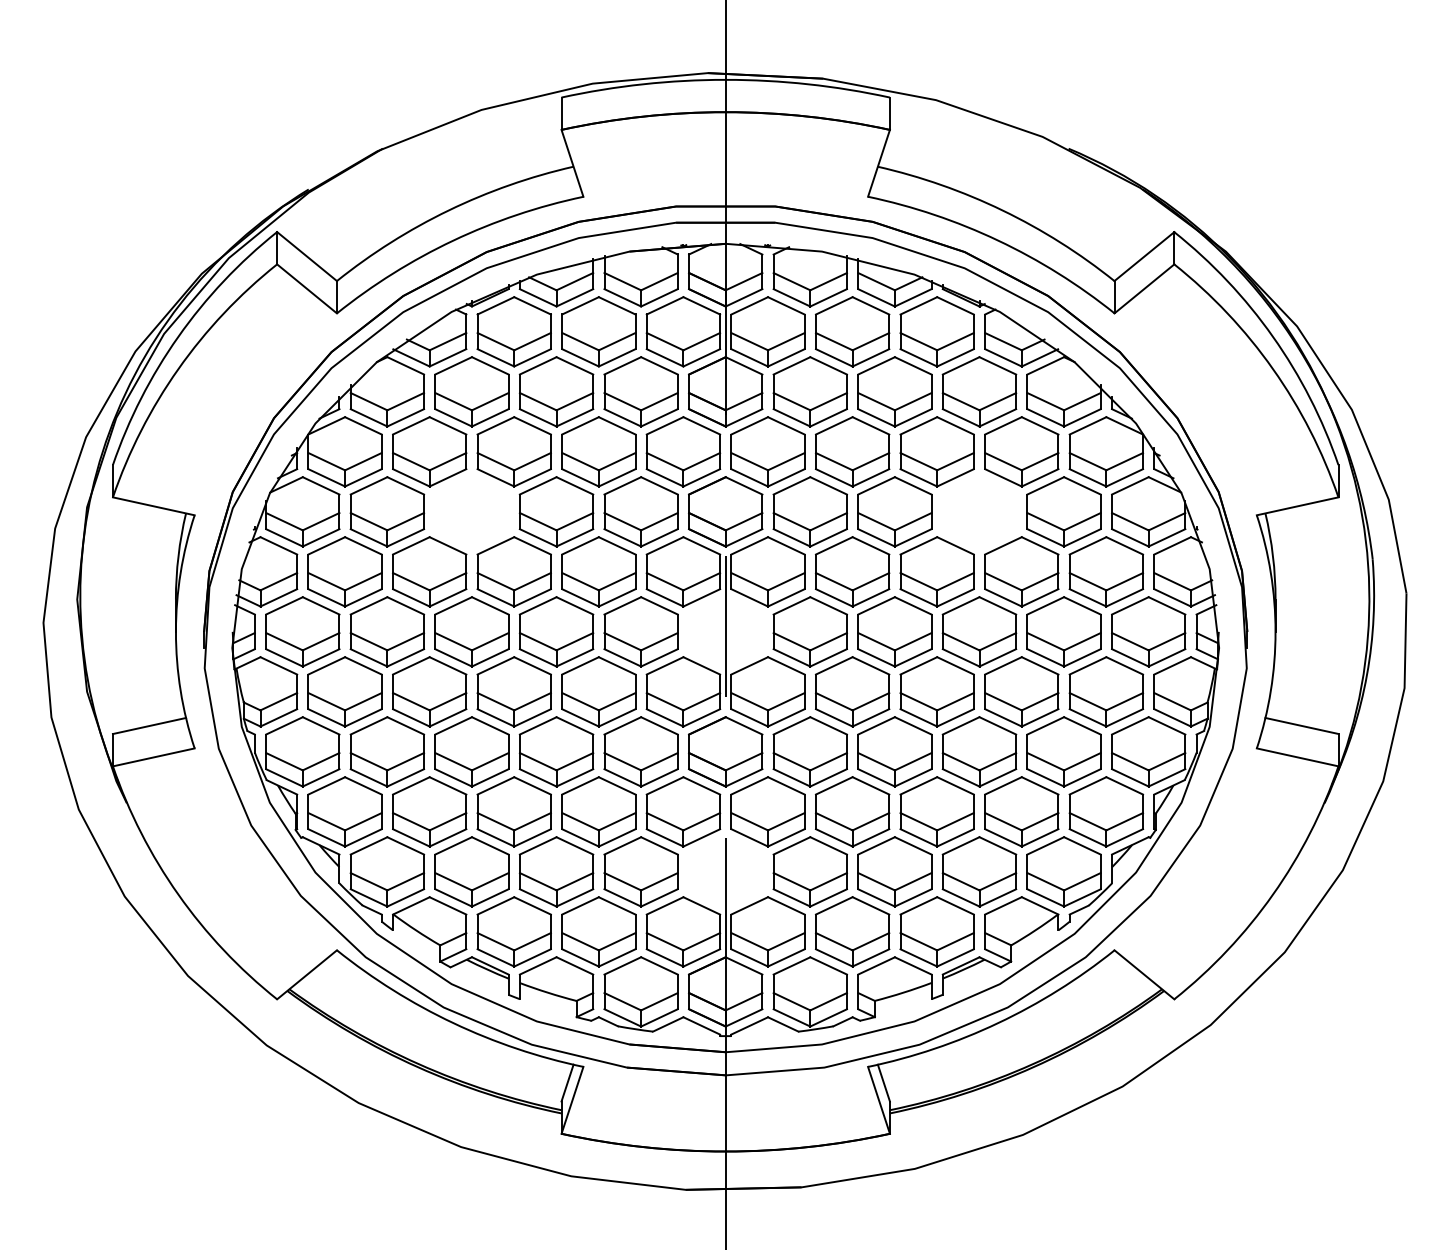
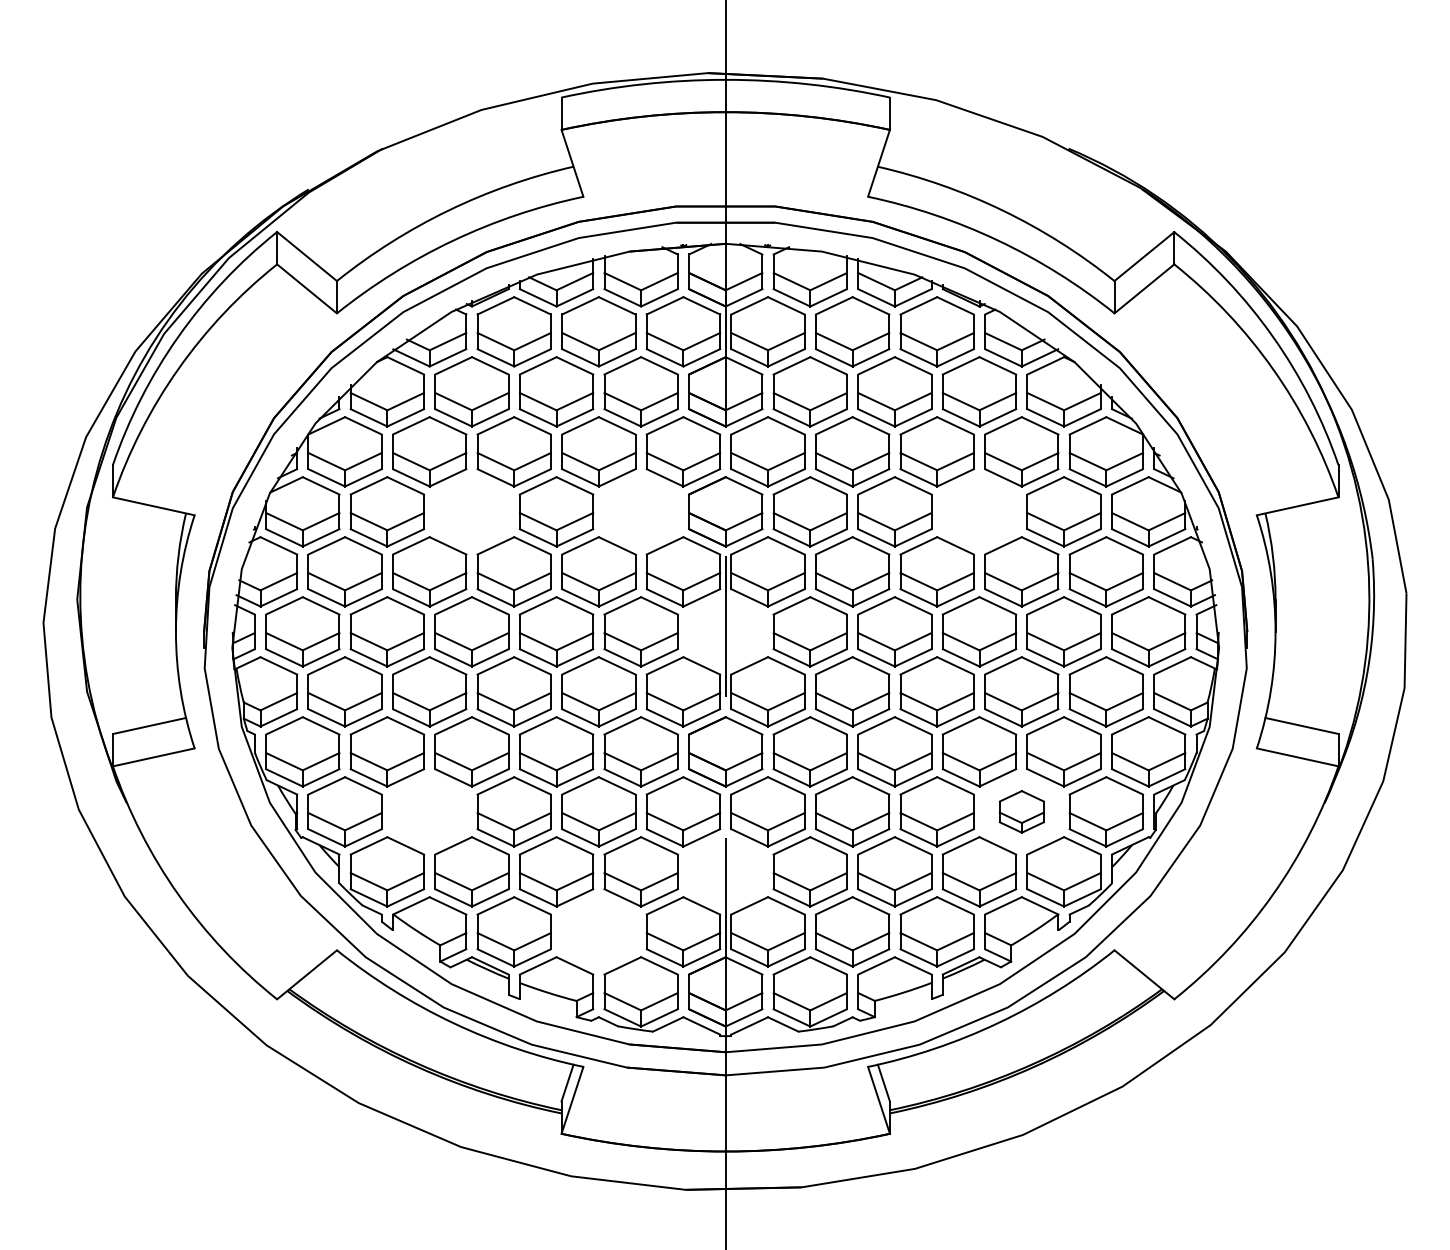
part at (640, 511): present -> none
part at (429, 811): present -> none
part at (1021, 811) size: 76x72 px -> 47x44 px
part at (598, 931): present -> none
